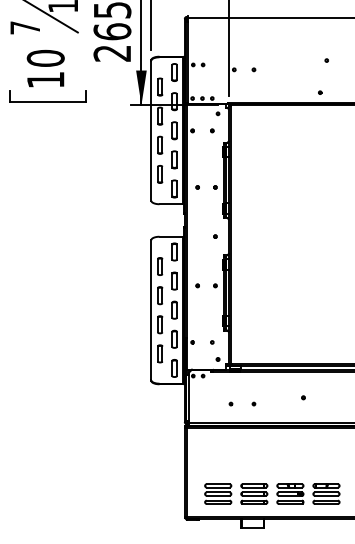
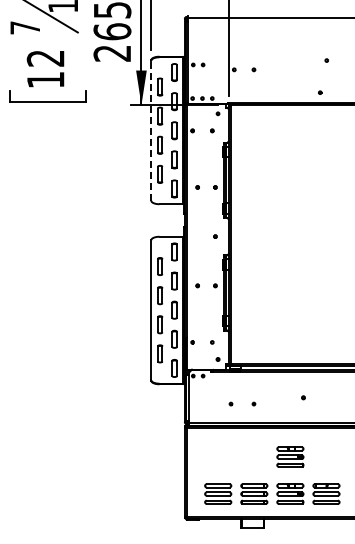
text at (45, 57): 10 -> 12
line at (151, 130): solid -> dashed
part at (290, 456): none -> present
